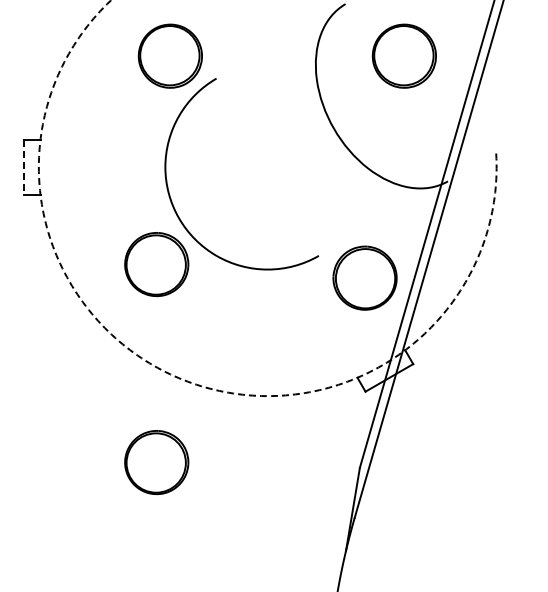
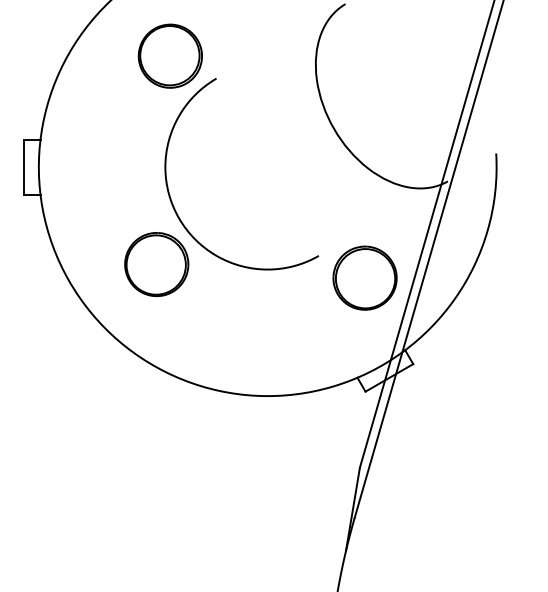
part at (403, 55): present -> none
line at (24, 167): dashed -> solid
arc at (183, 379): dashed -> solid
part at (156, 462): present -> none
